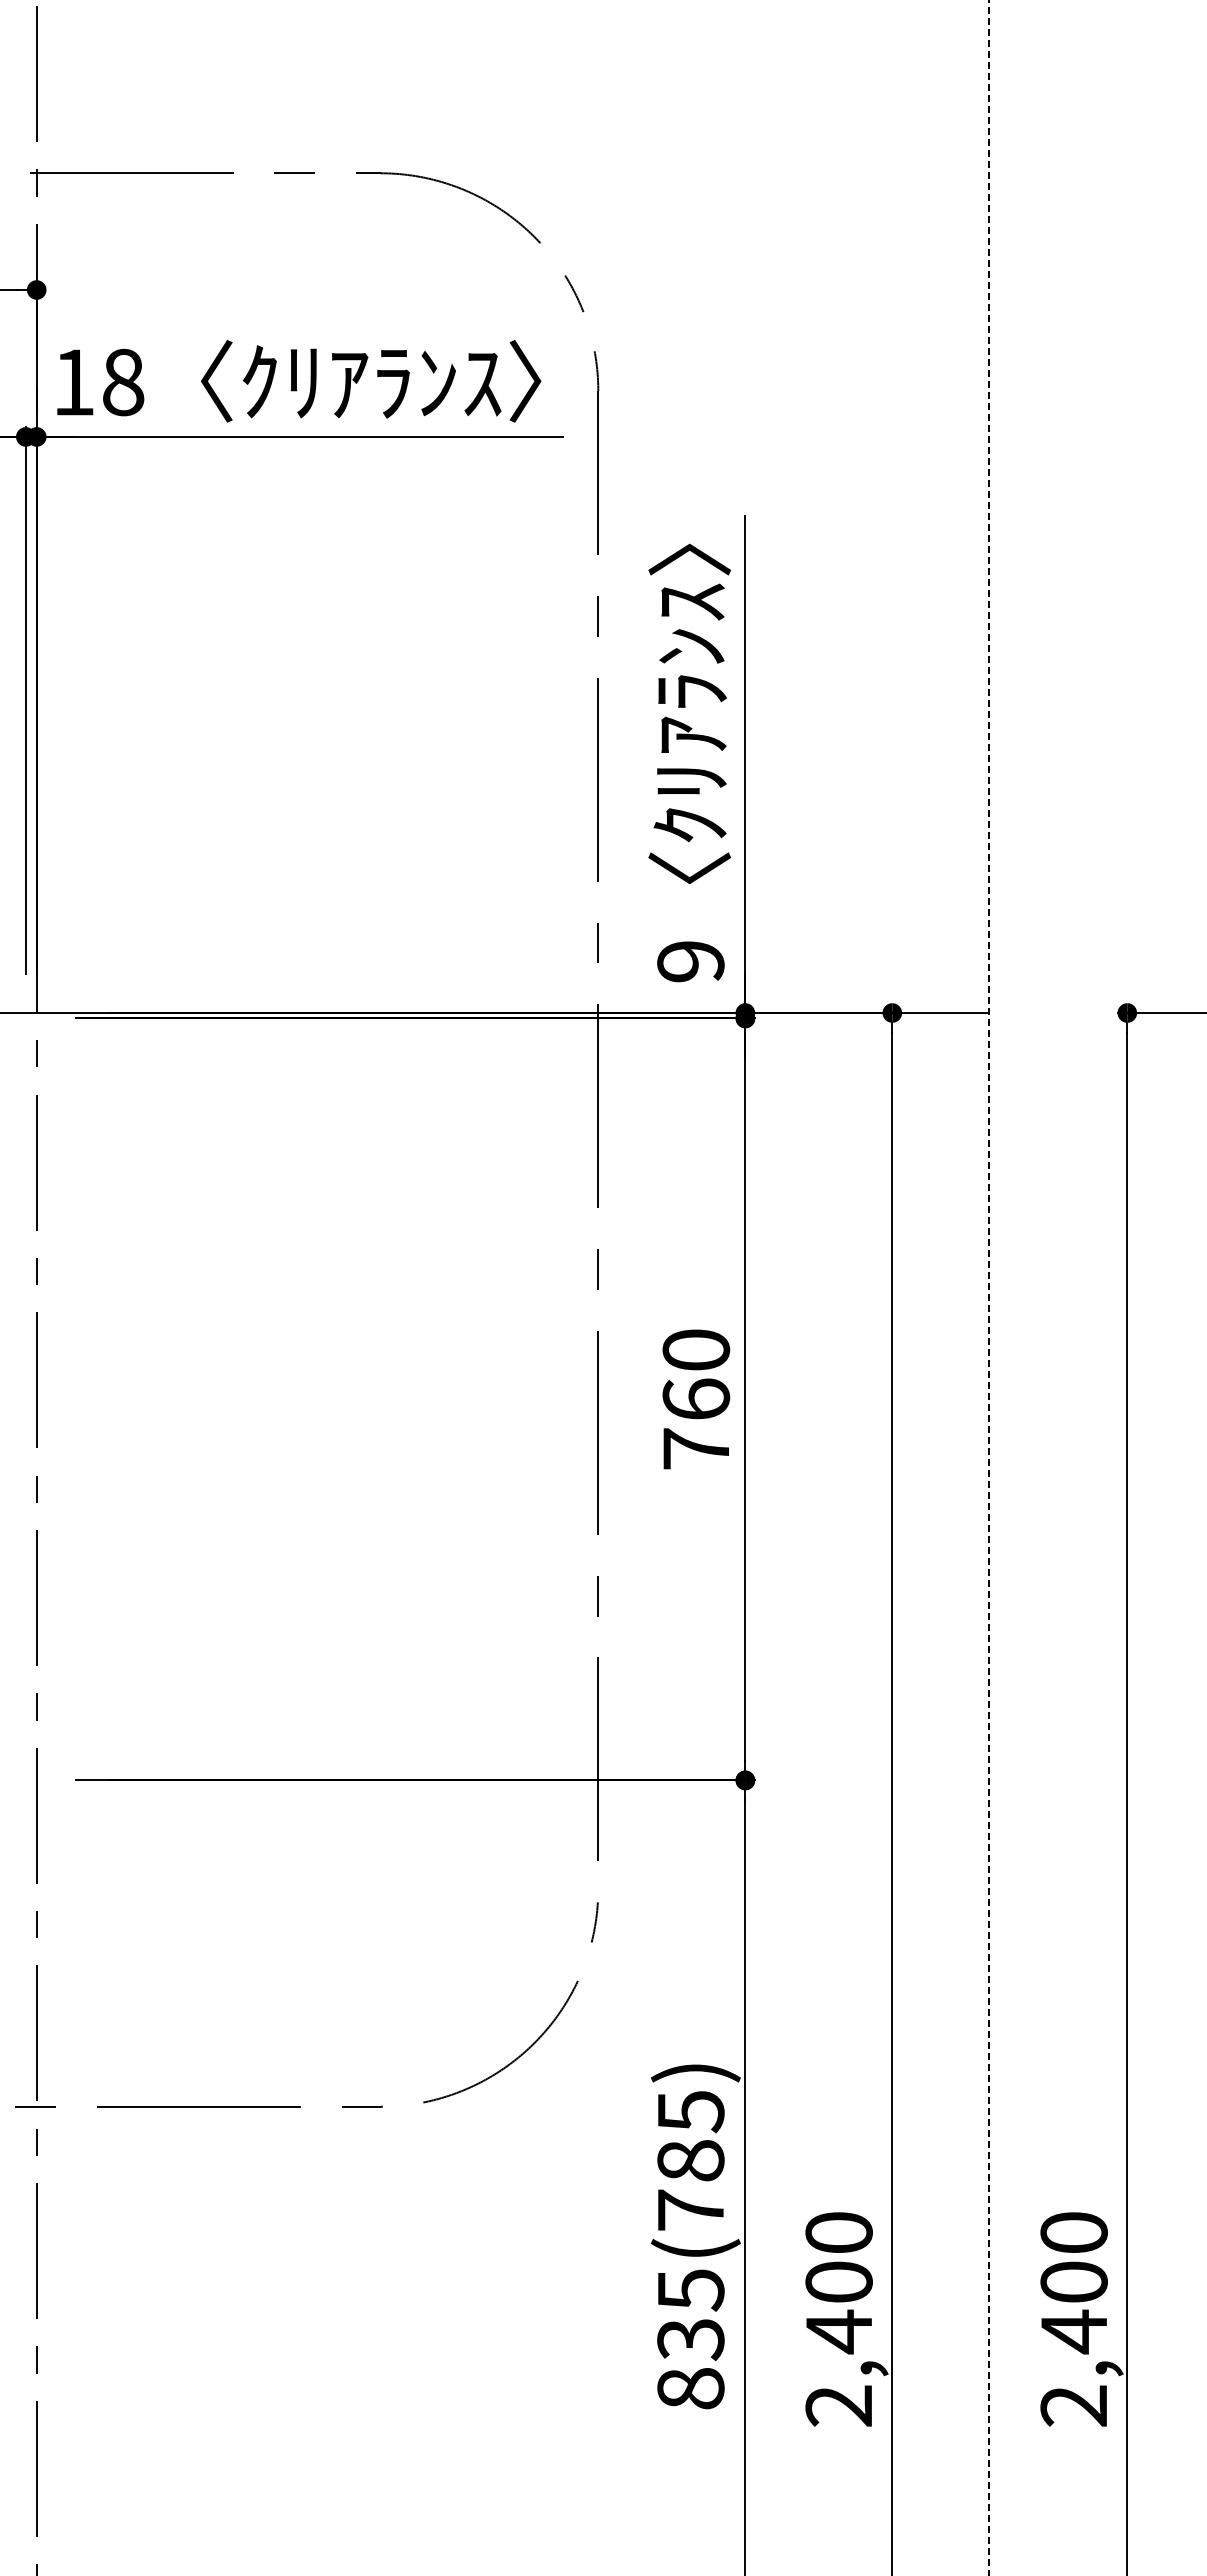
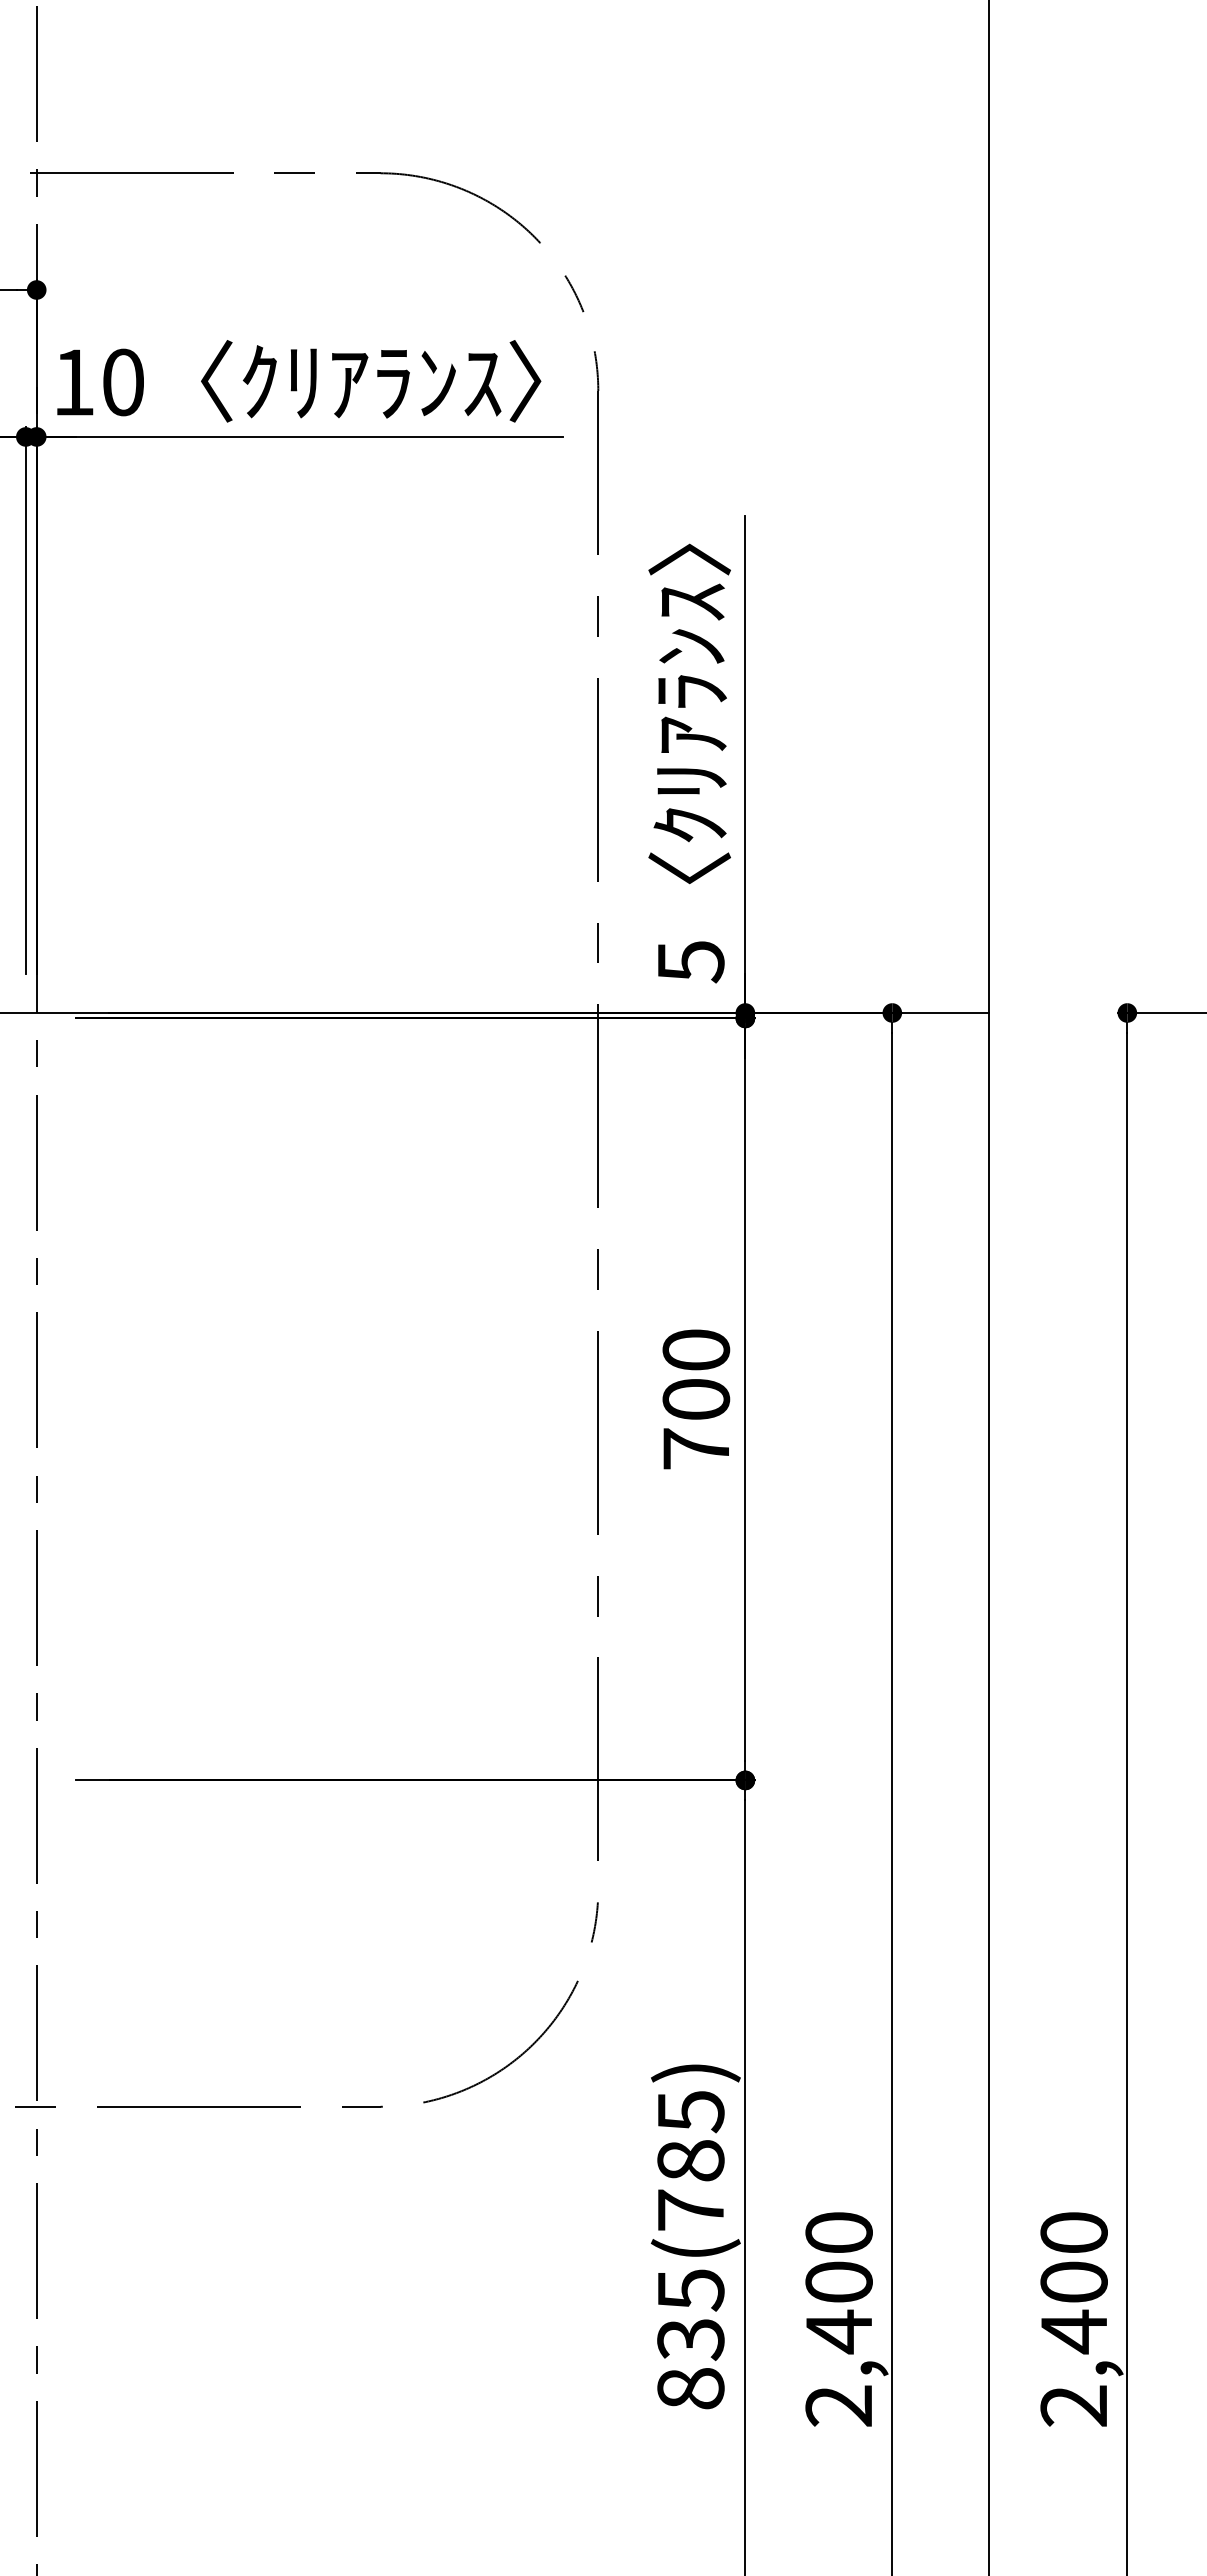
text at (123, 382): 18 -> 10
text at (690, 962): 9 -> 5
line at (988, 1286): dashed -> solid
text at (696, 1398): 760 -> 700
